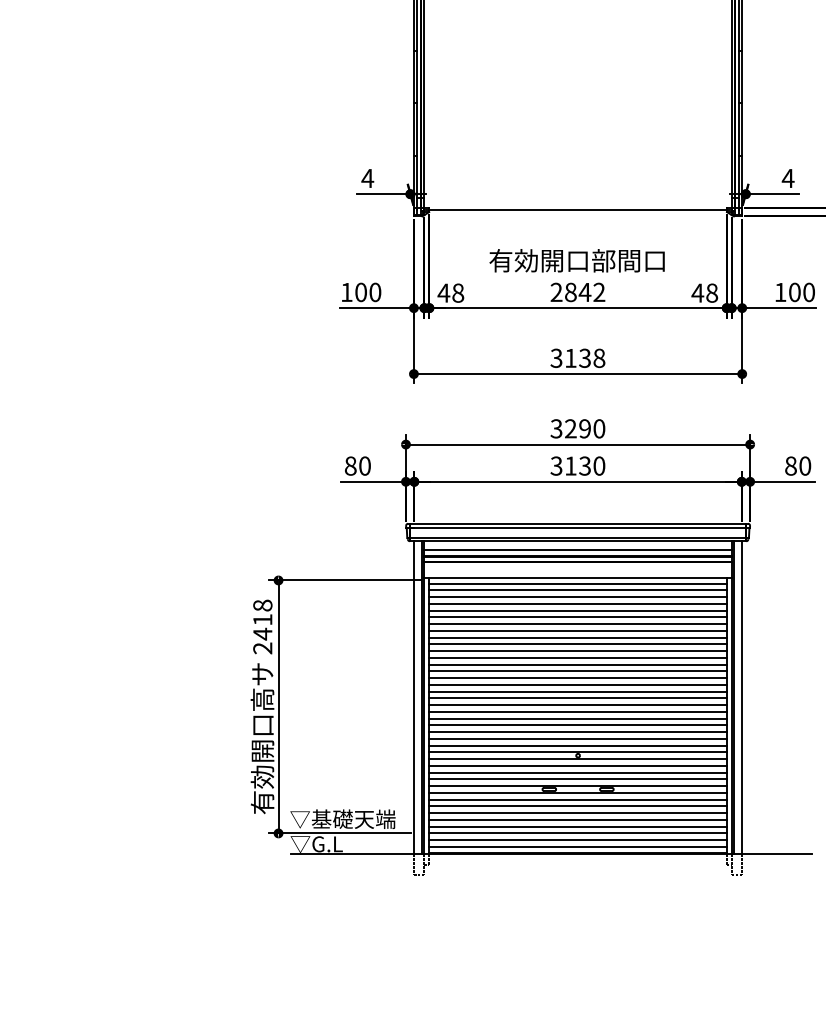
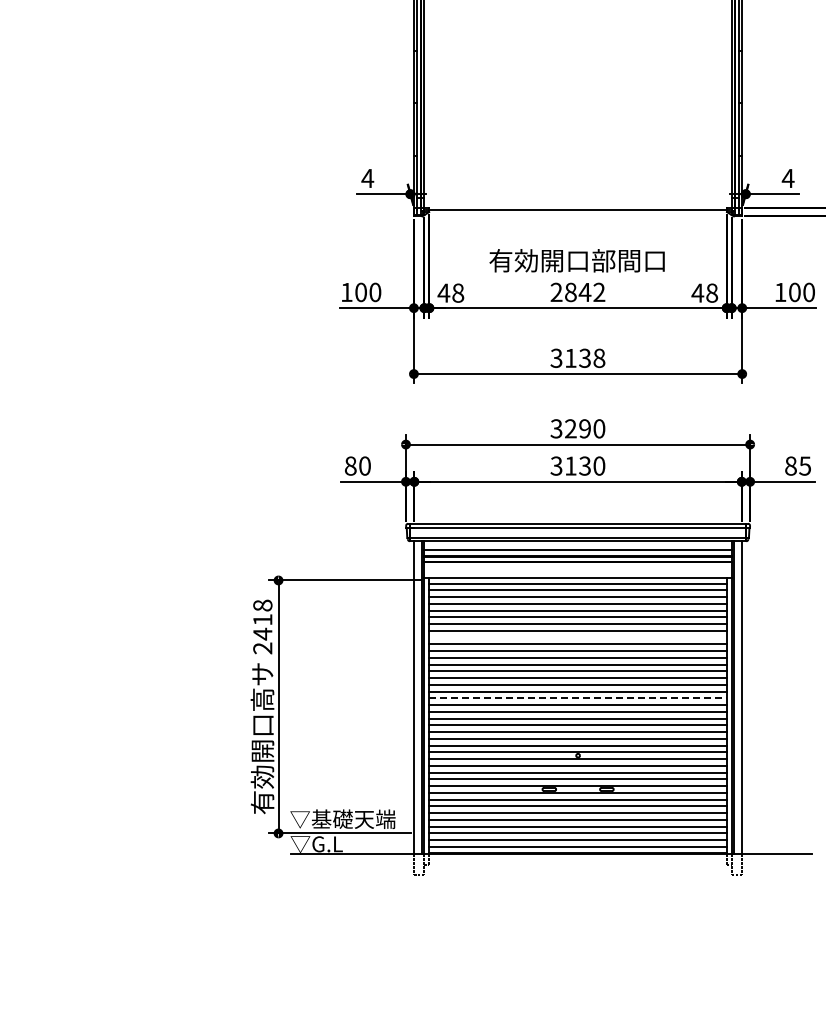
text at (805, 465): 80 -> 85
line at (577, 637): present -> none
line at (578, 698): solid -> dashed
